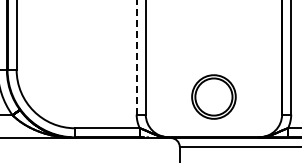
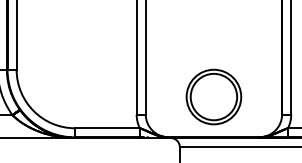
line at (136, 57): dashed -> solid
part at (213, 96) size: 46x46 px -> 58x58 px
